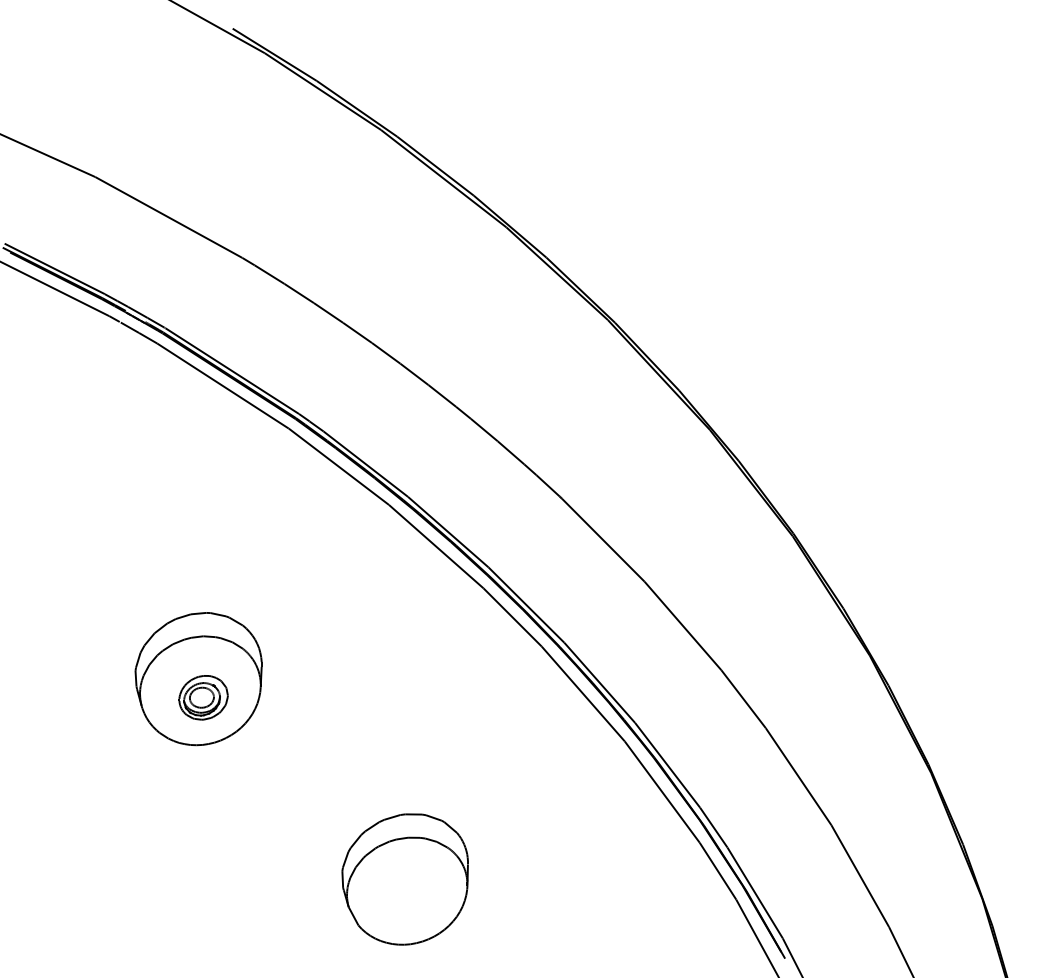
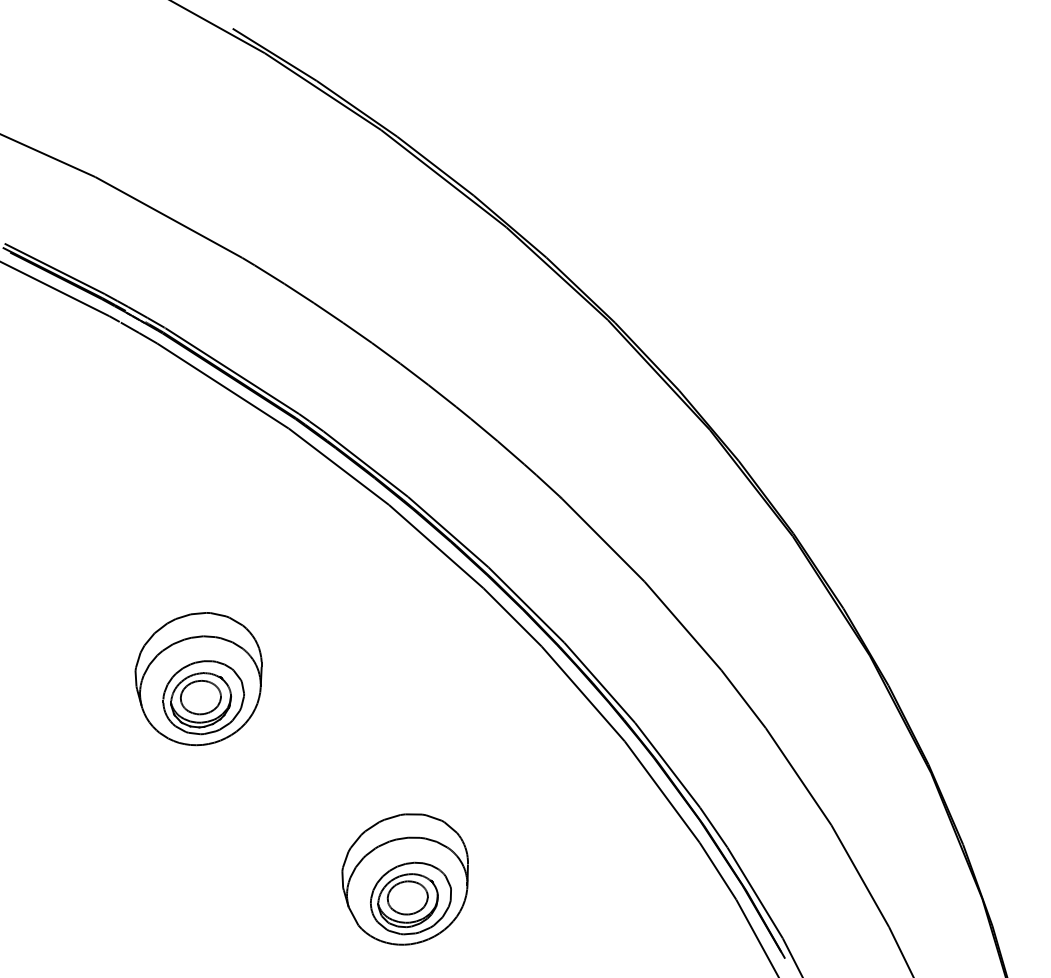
part at (203, 697) size: 51x46 px -> 83x76 px
part at (410, 898): none -> present
